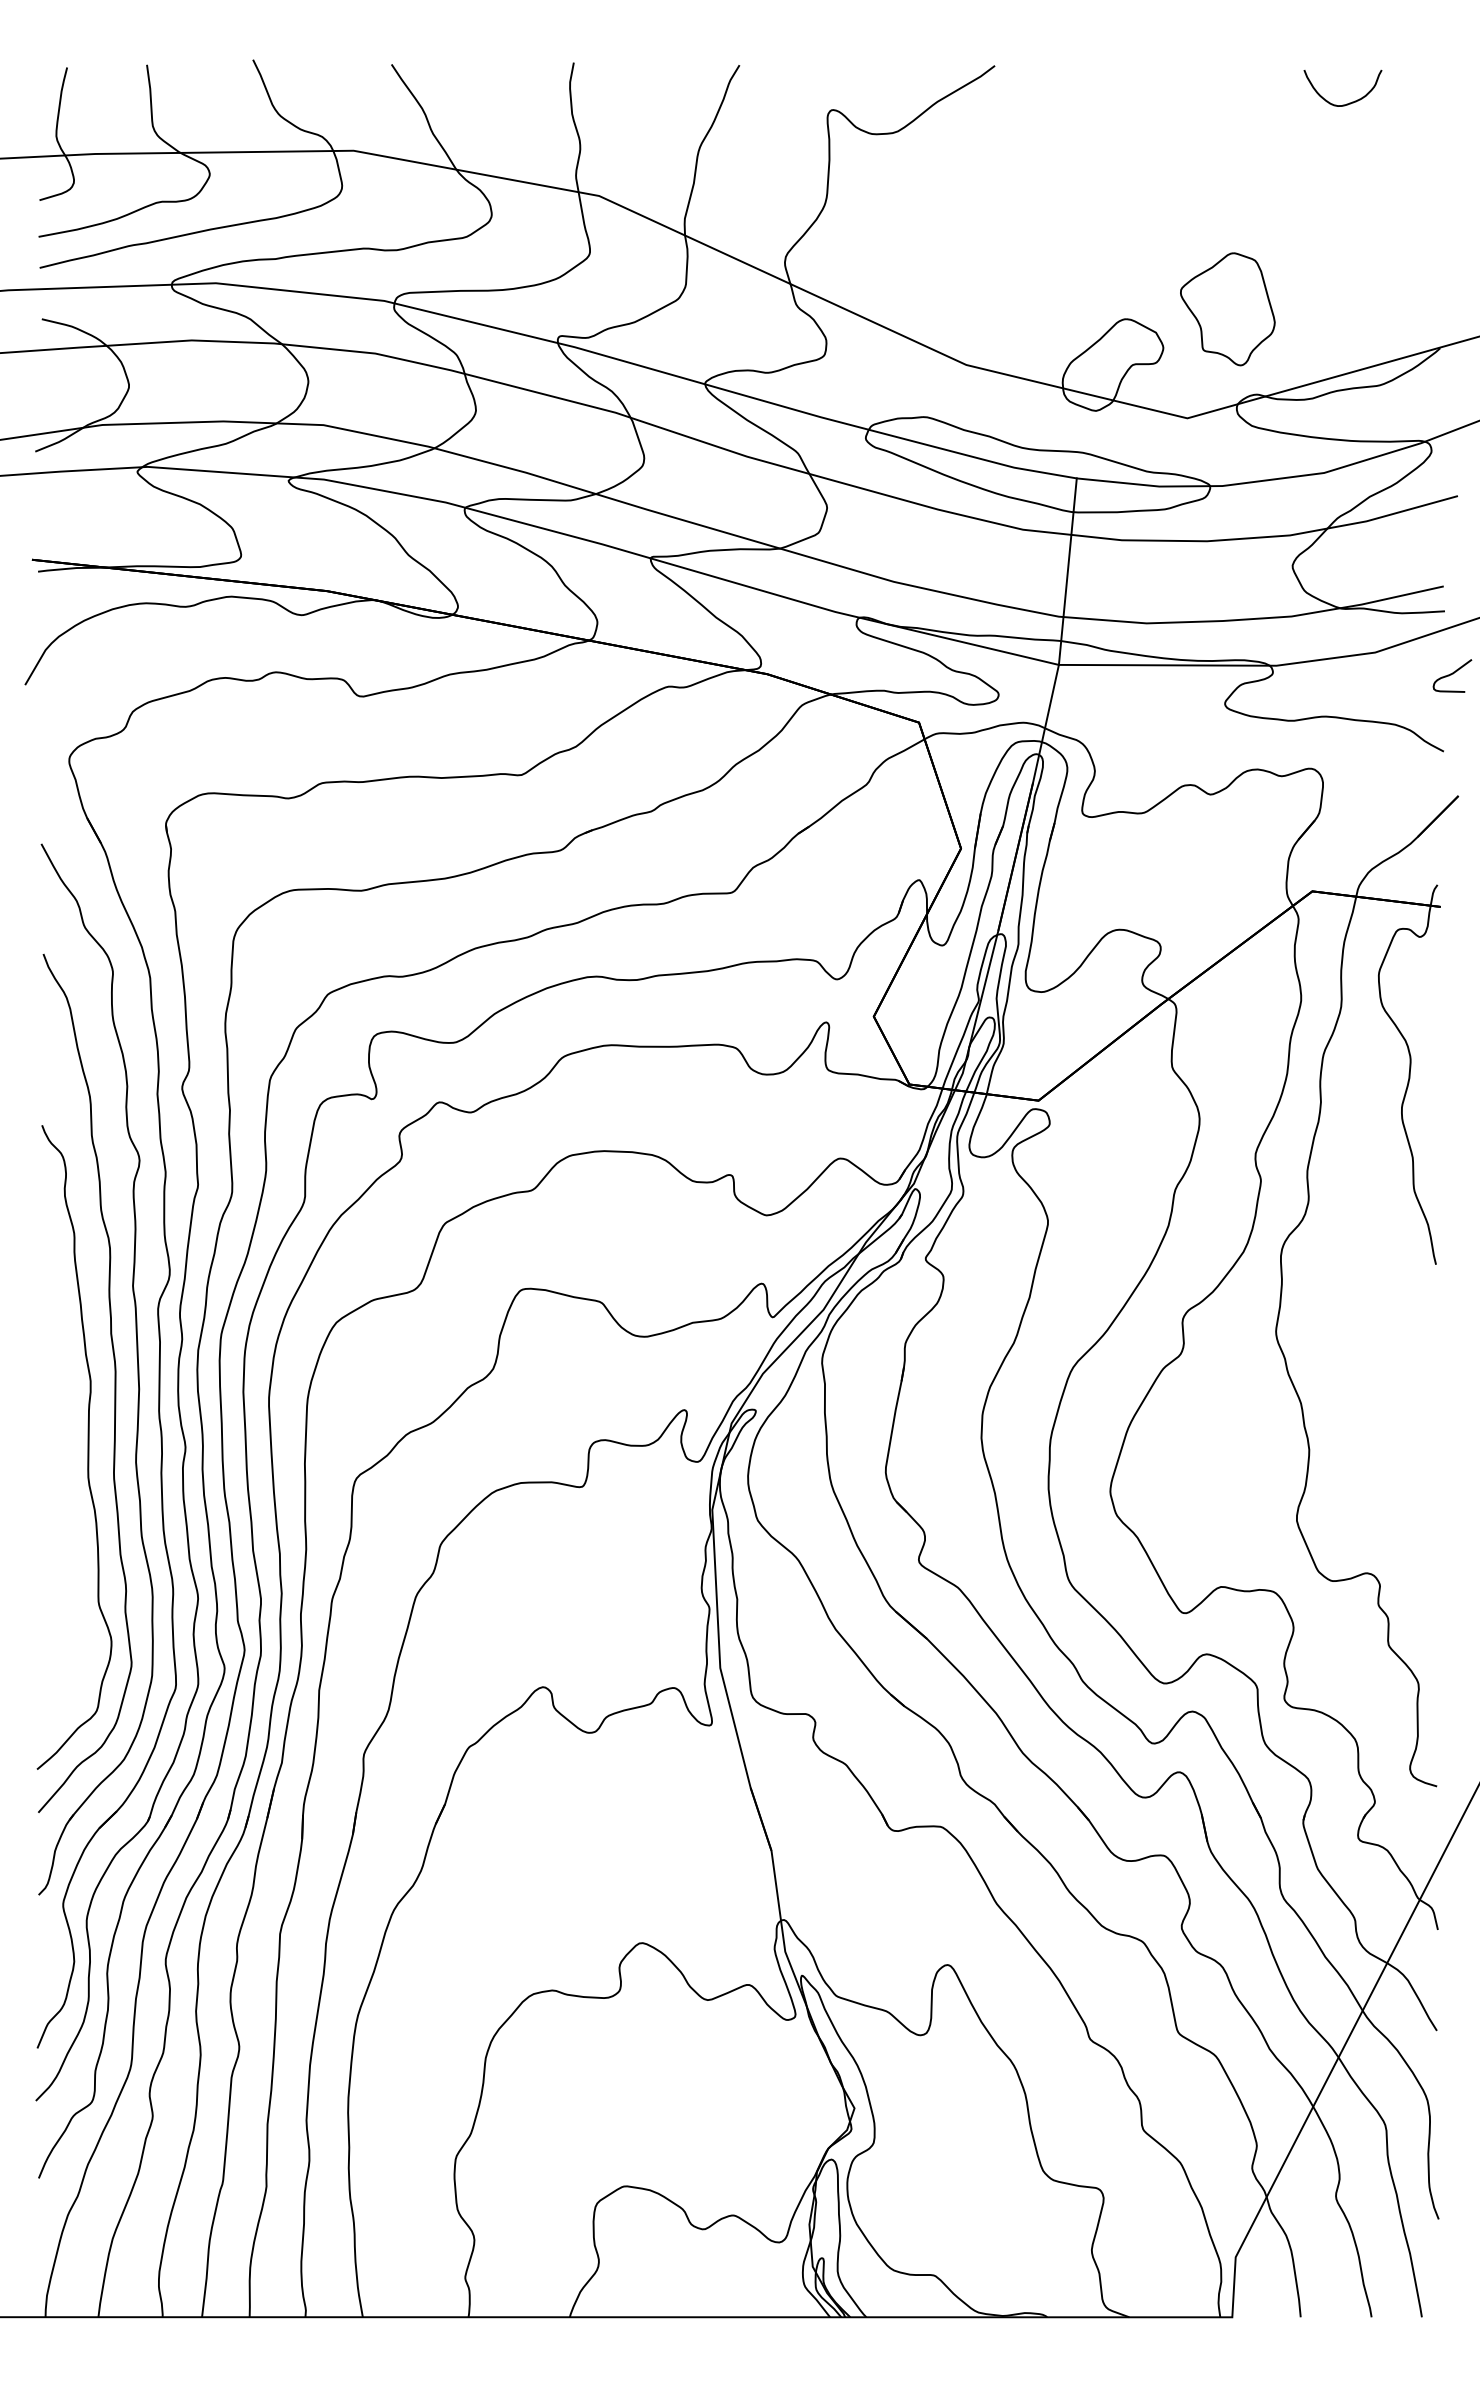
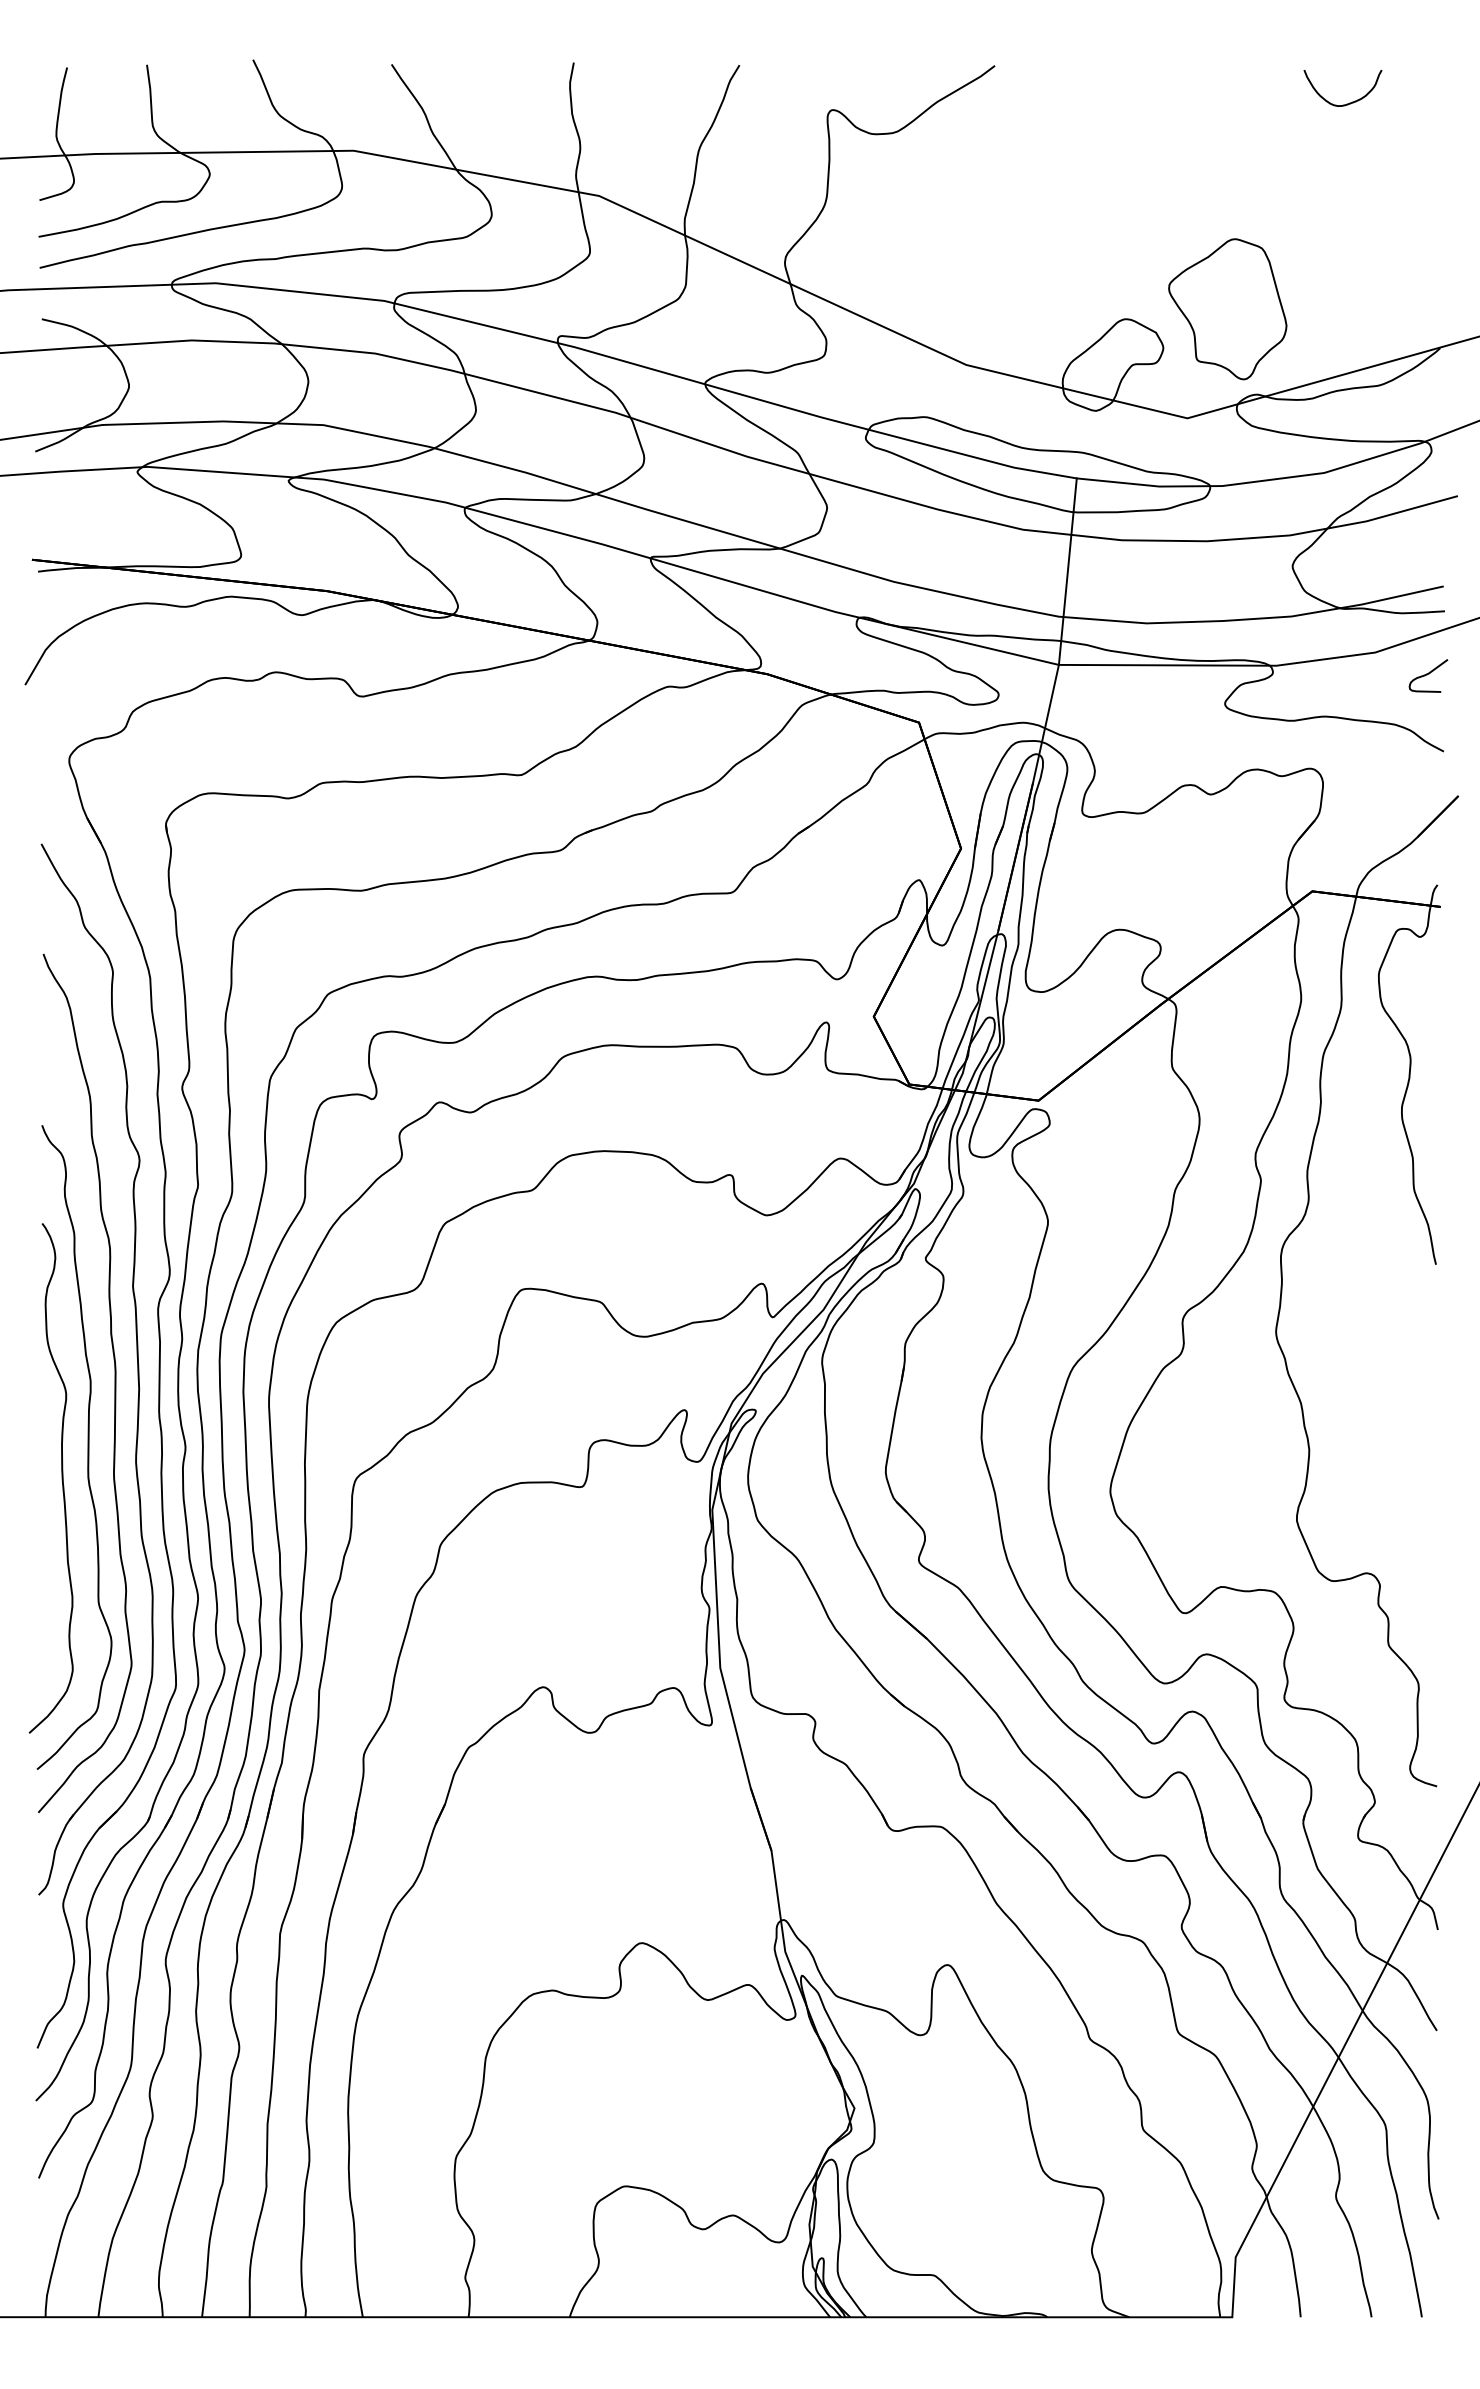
part at (1227, 309) size: 96x115 px -> 120x143 px
curve at (1452, 674) position: (1452, 674) -> (1428, 674)
curve at (61, 1478): none -> present
